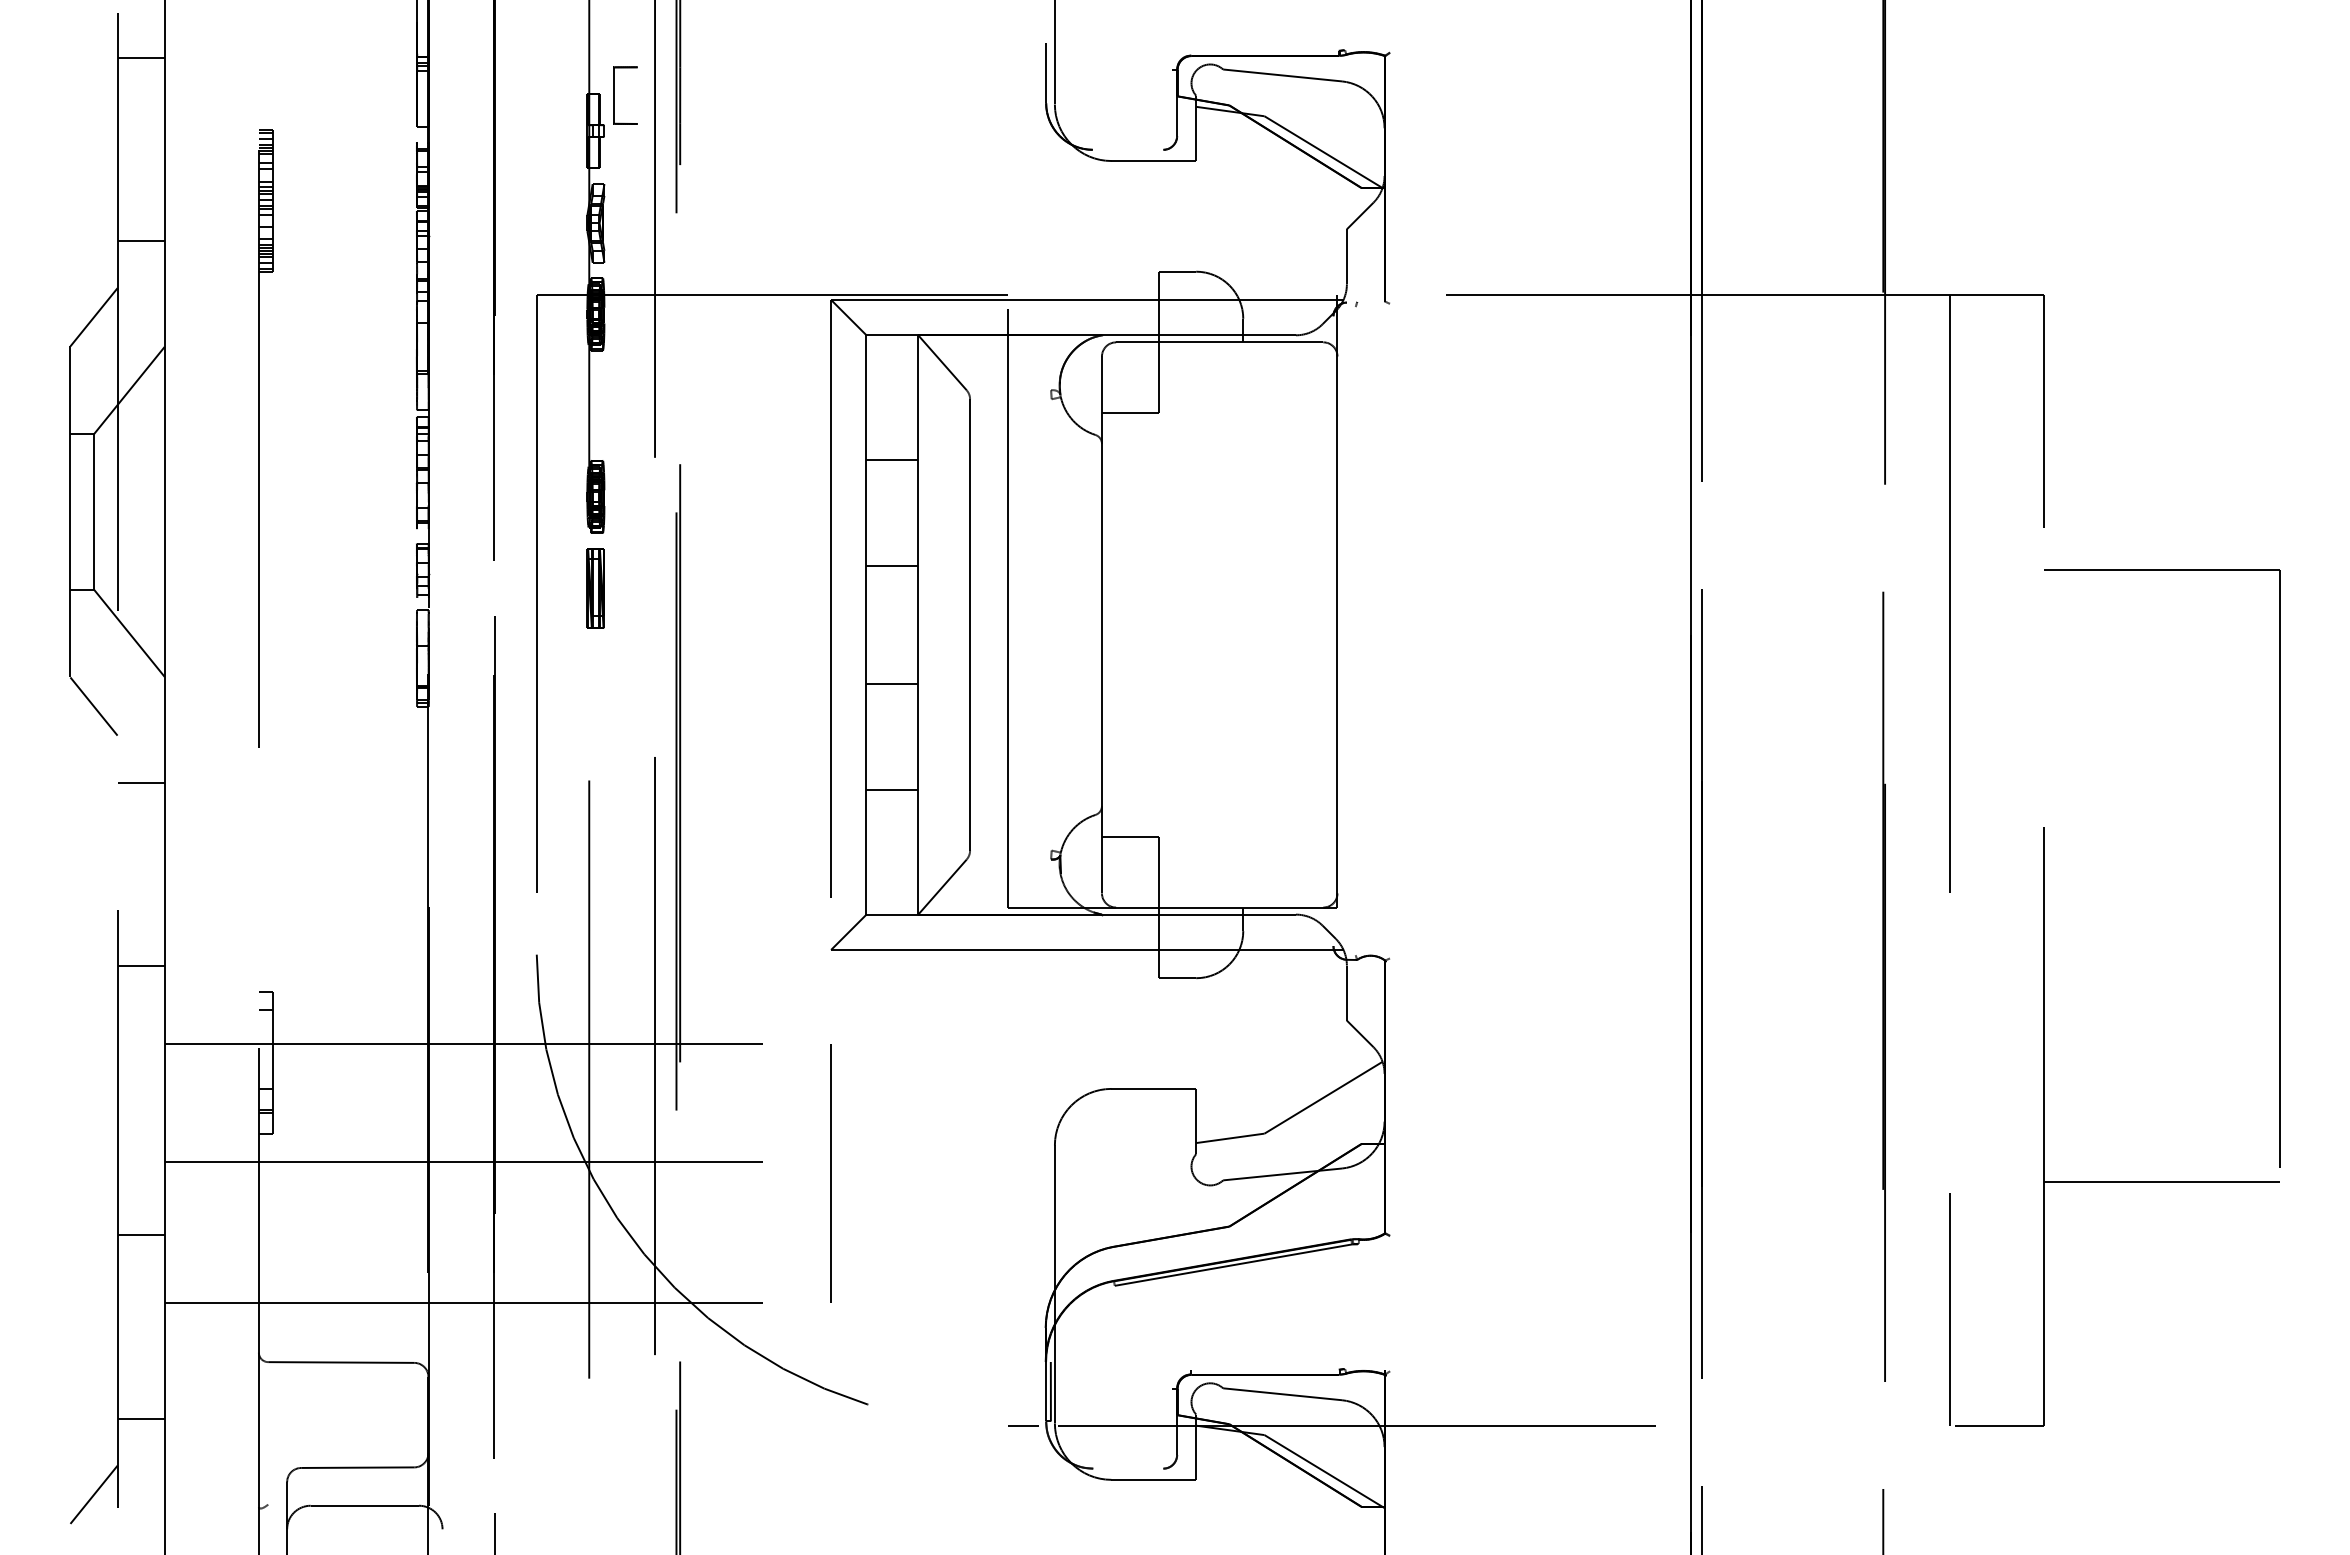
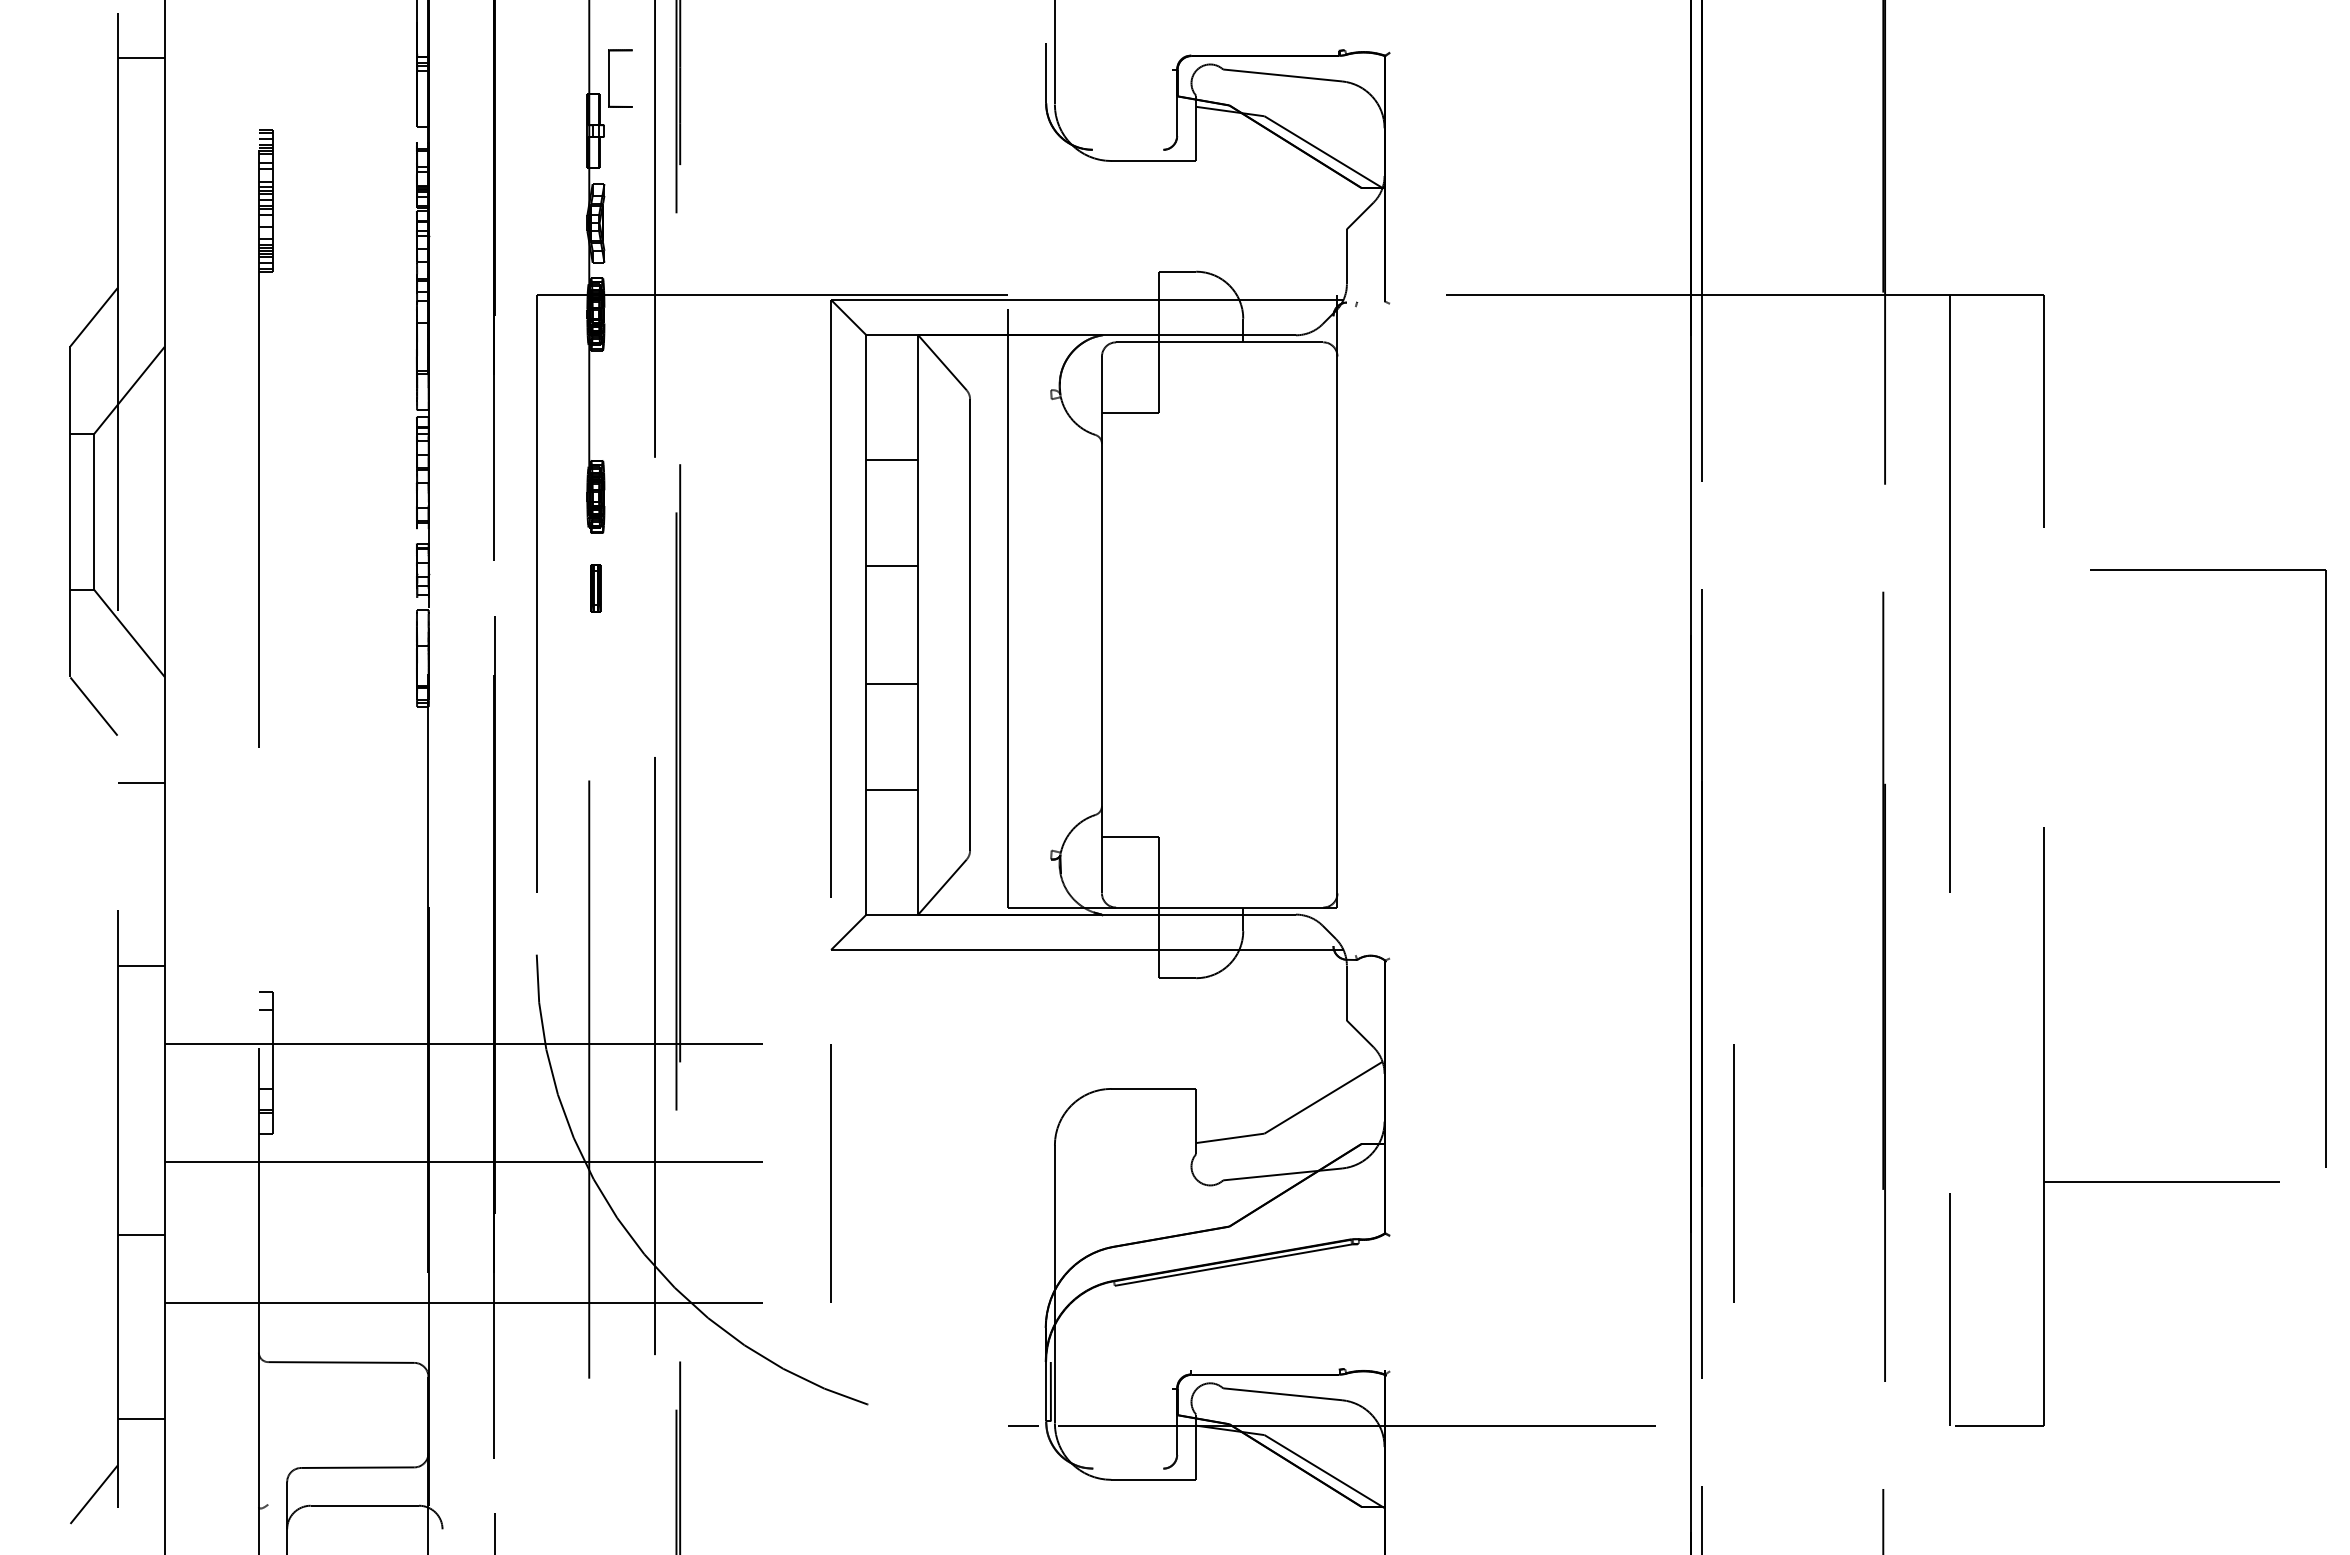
part at (614, 95) position: (614, 95) -> (609, 78)
line at (140, 241): present -> none
part at (595, 588) size: 19x81 px -> 12x49 px
part at (2279, 868) position: (2279, 868) -> (2325, 868)
line at (1733, 1173): none -> present
